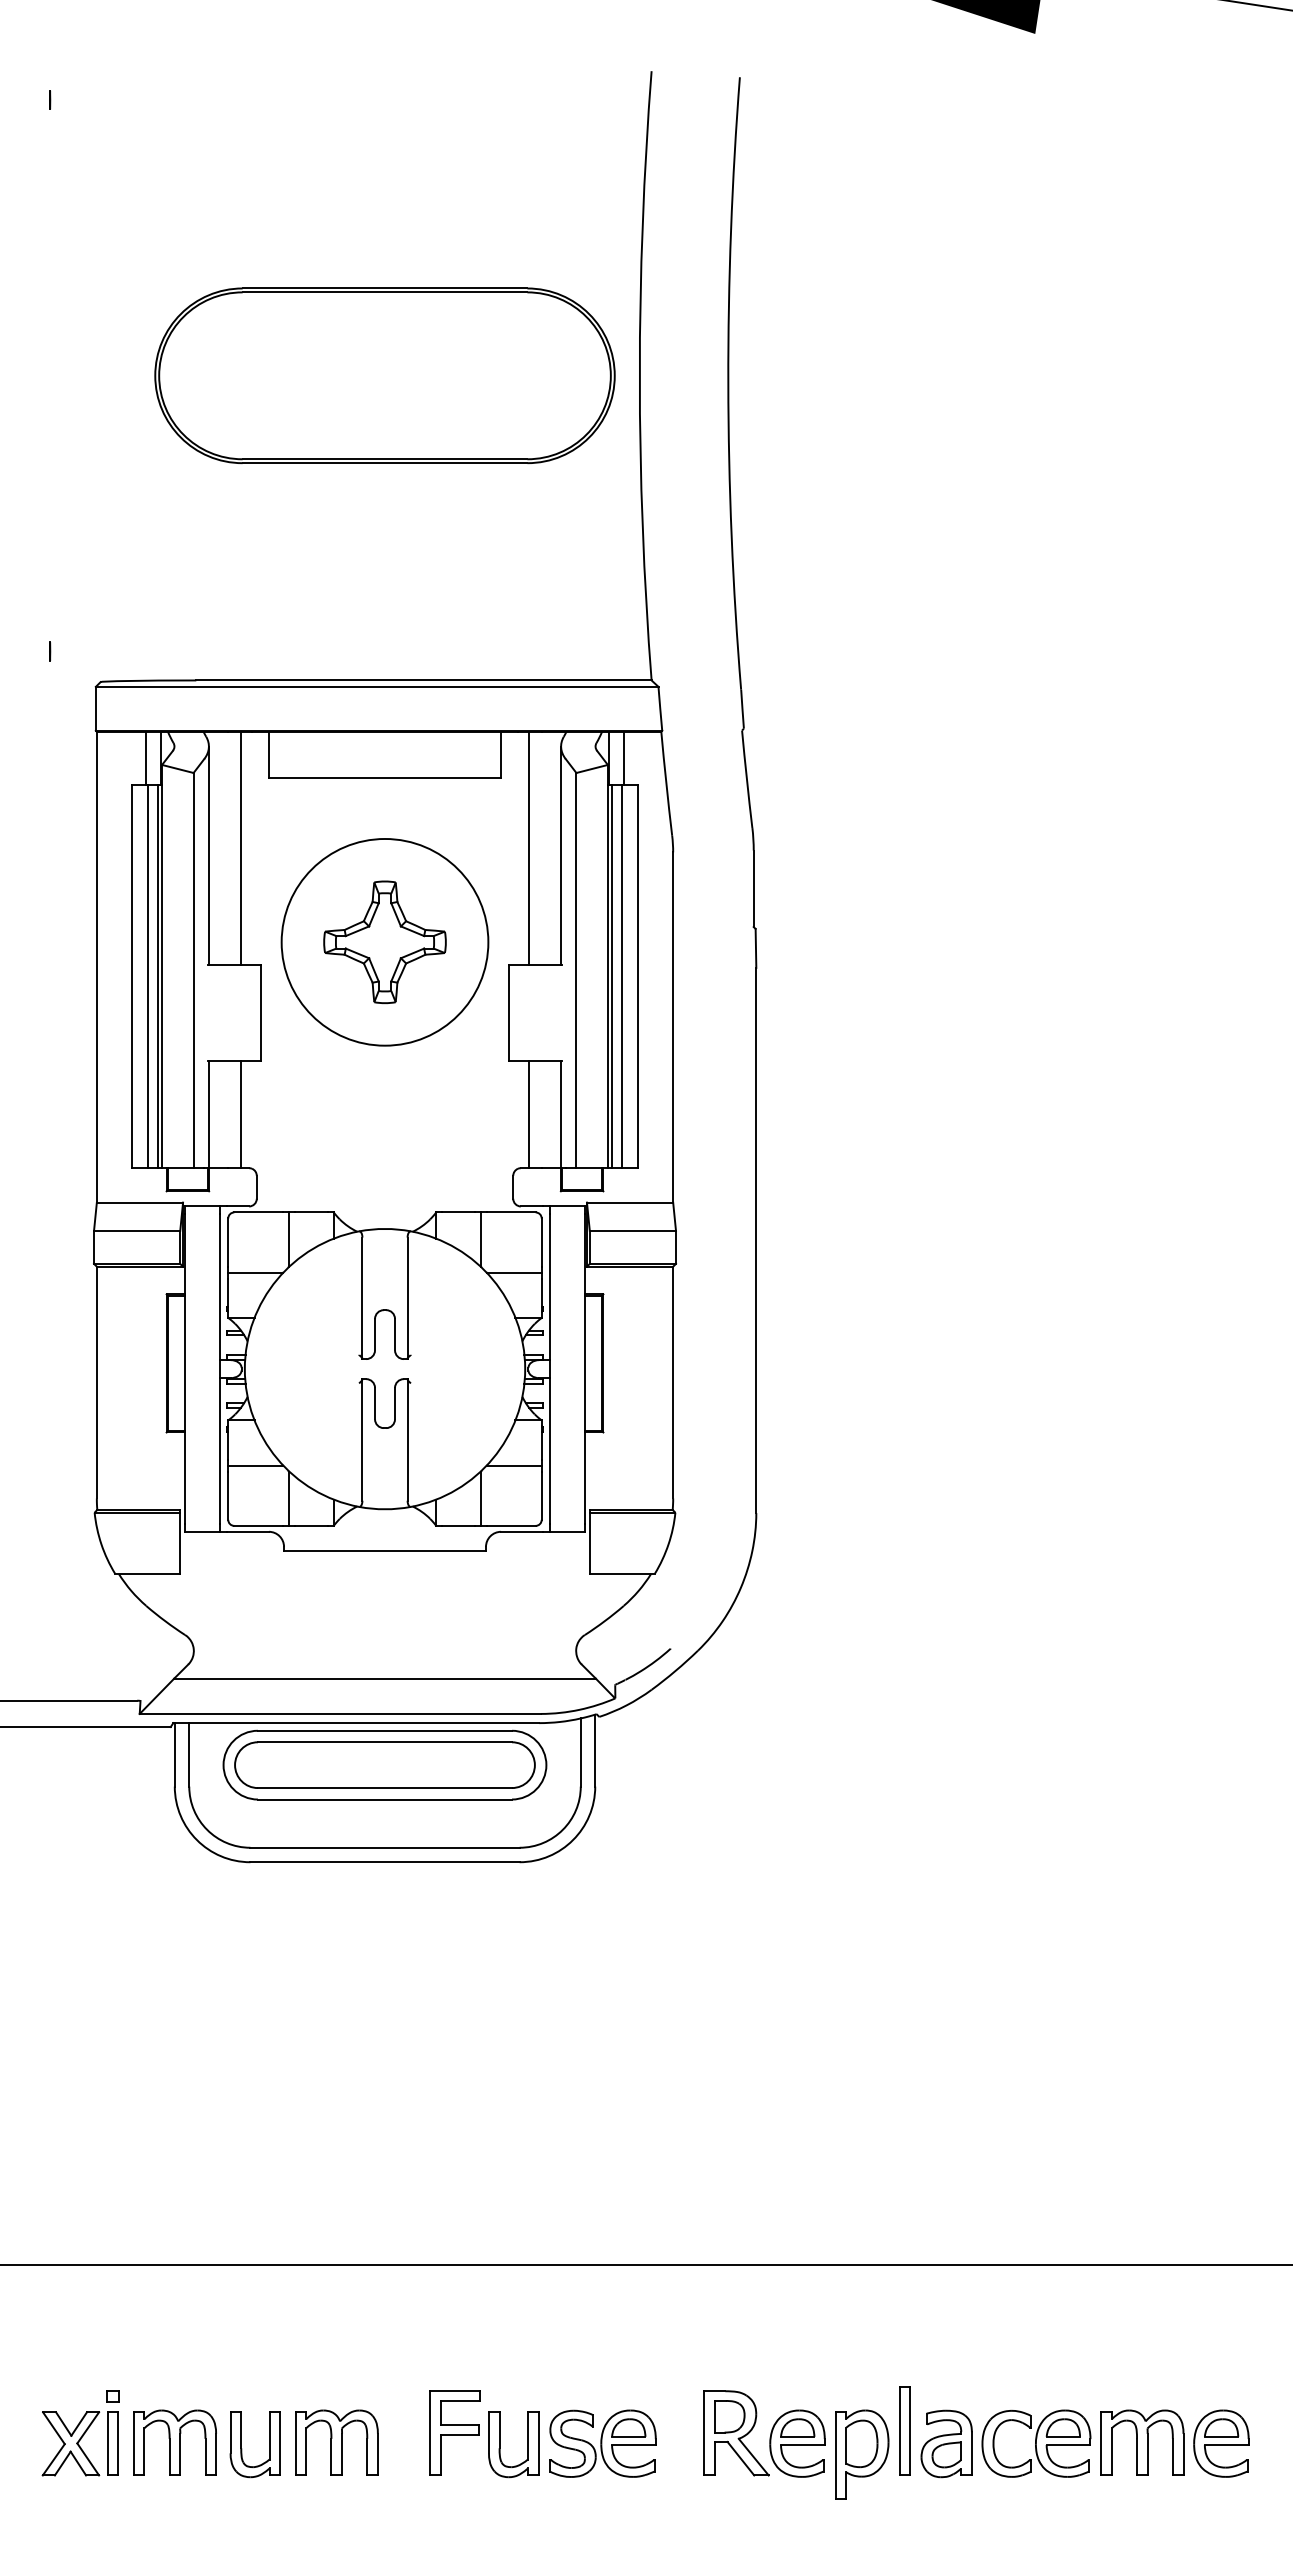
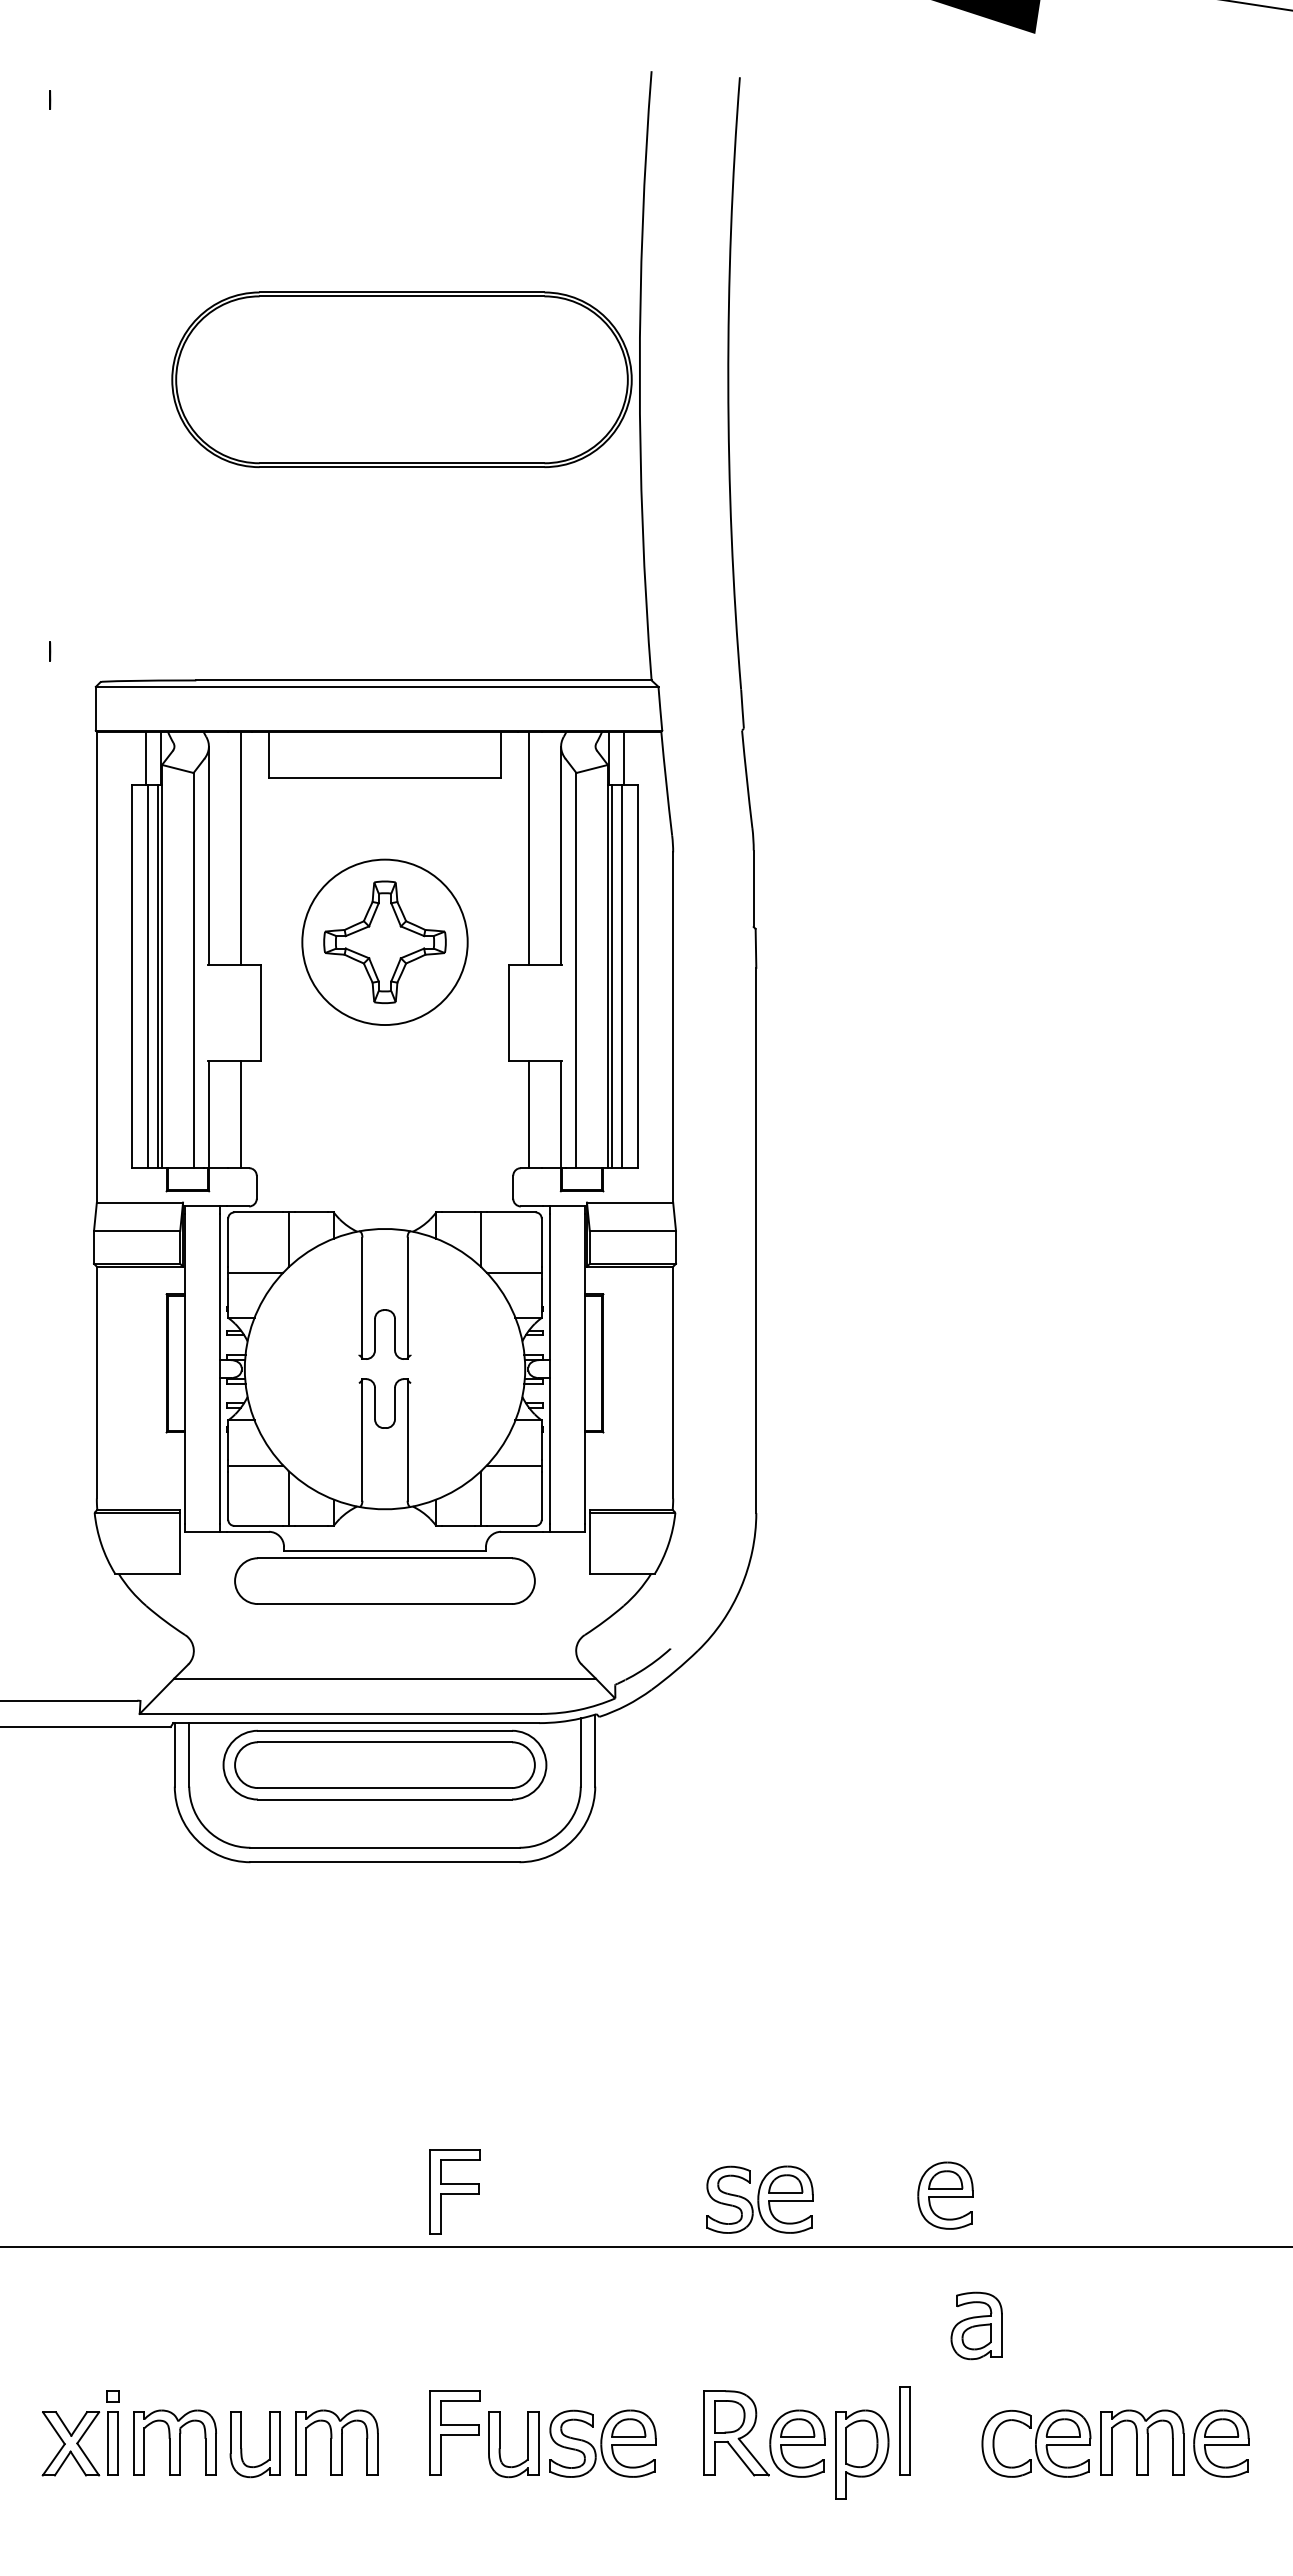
part at (384, 375) position: (384, 375) -> (401, 379)
circle at (384, 941) diameter: 207 px -> 165 px
part at (384, 1580): none -> present
part at (454, 2191): none -> present
part at (945, 2195): none -> present
part at (759, 2199): none -> present
line at (645, 2265) position: (645, 2265) -> (645, 2247)
part at (946, 2443) position: (946, 2443) -> (976, 2325)
